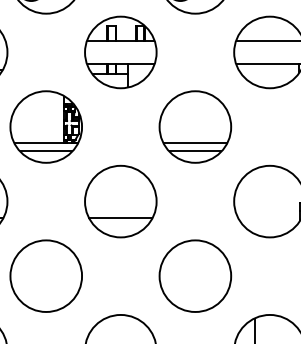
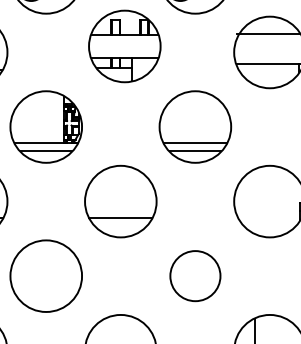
line at (266, 40) position: (266, 40) -> (266, 33)
part at (120, 52) position: (120, 52) -> (124, 46)
circle at (195, 275) size: 75x74 px -> 53x53 px
